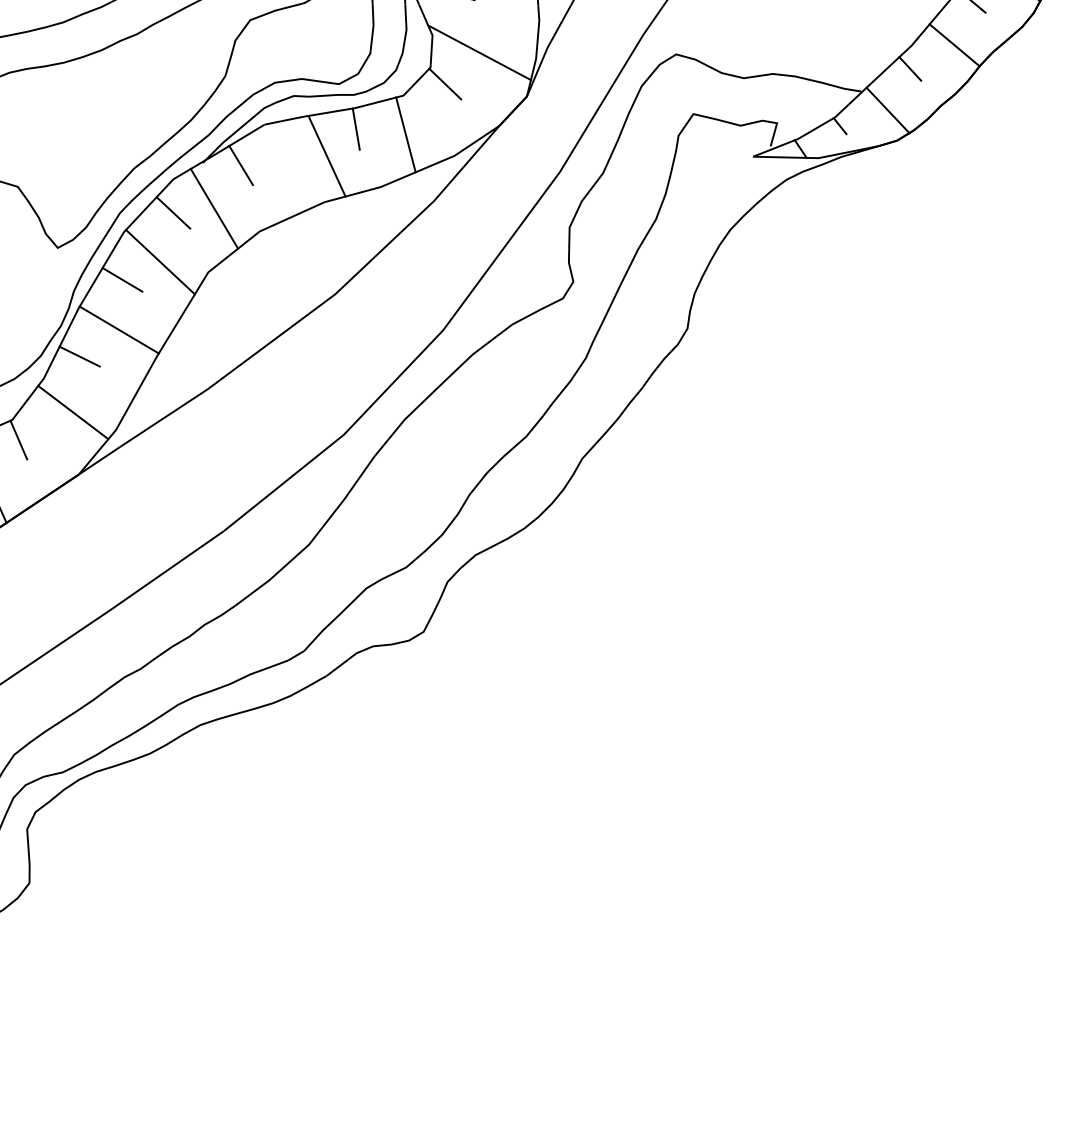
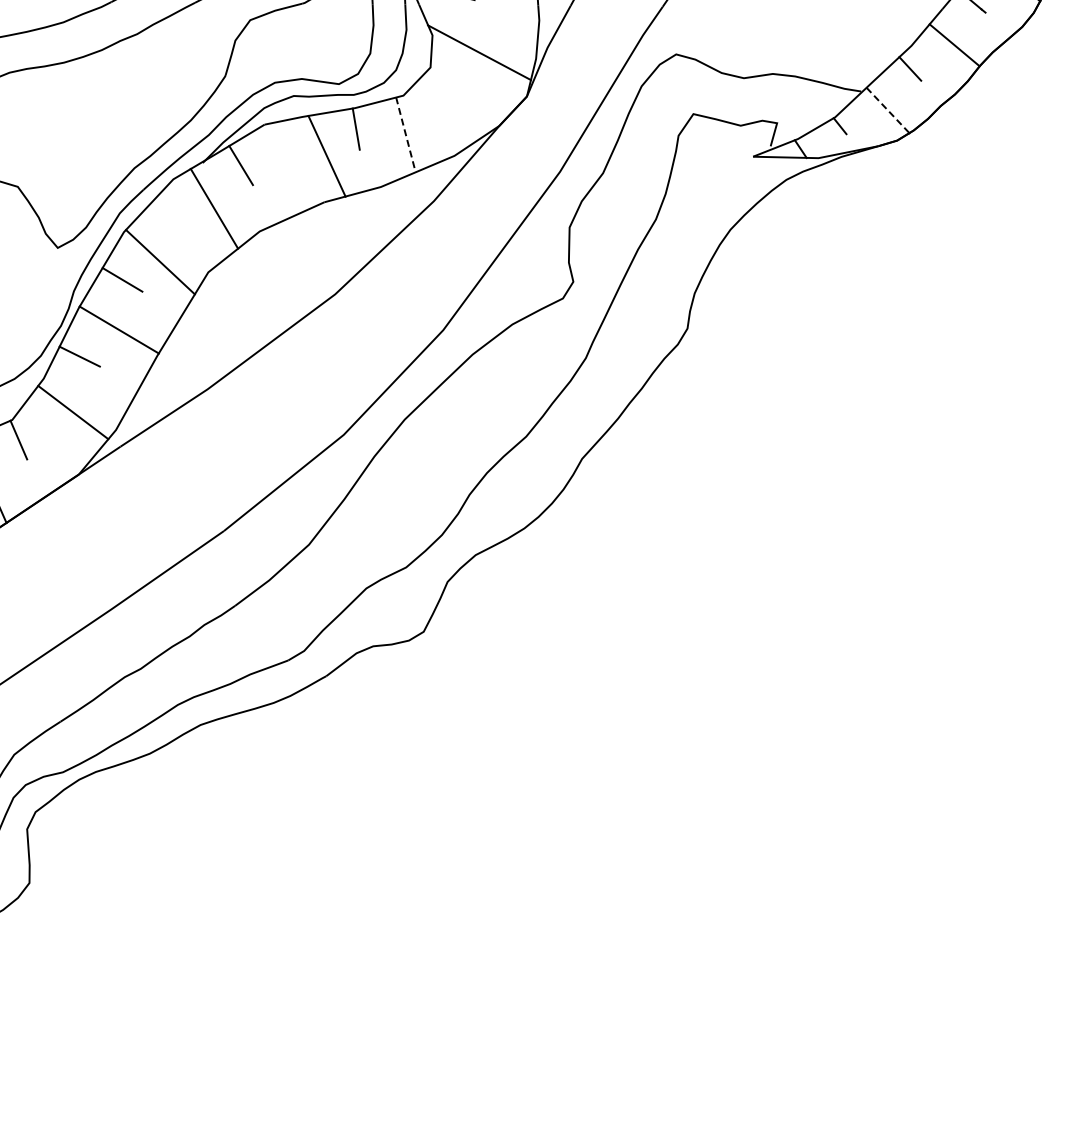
line at (445, 83): present -> none
line at (888, 110): solid -> dashed
line at (405, 134): solid -> dashed
line at (173, 212): present -> none
